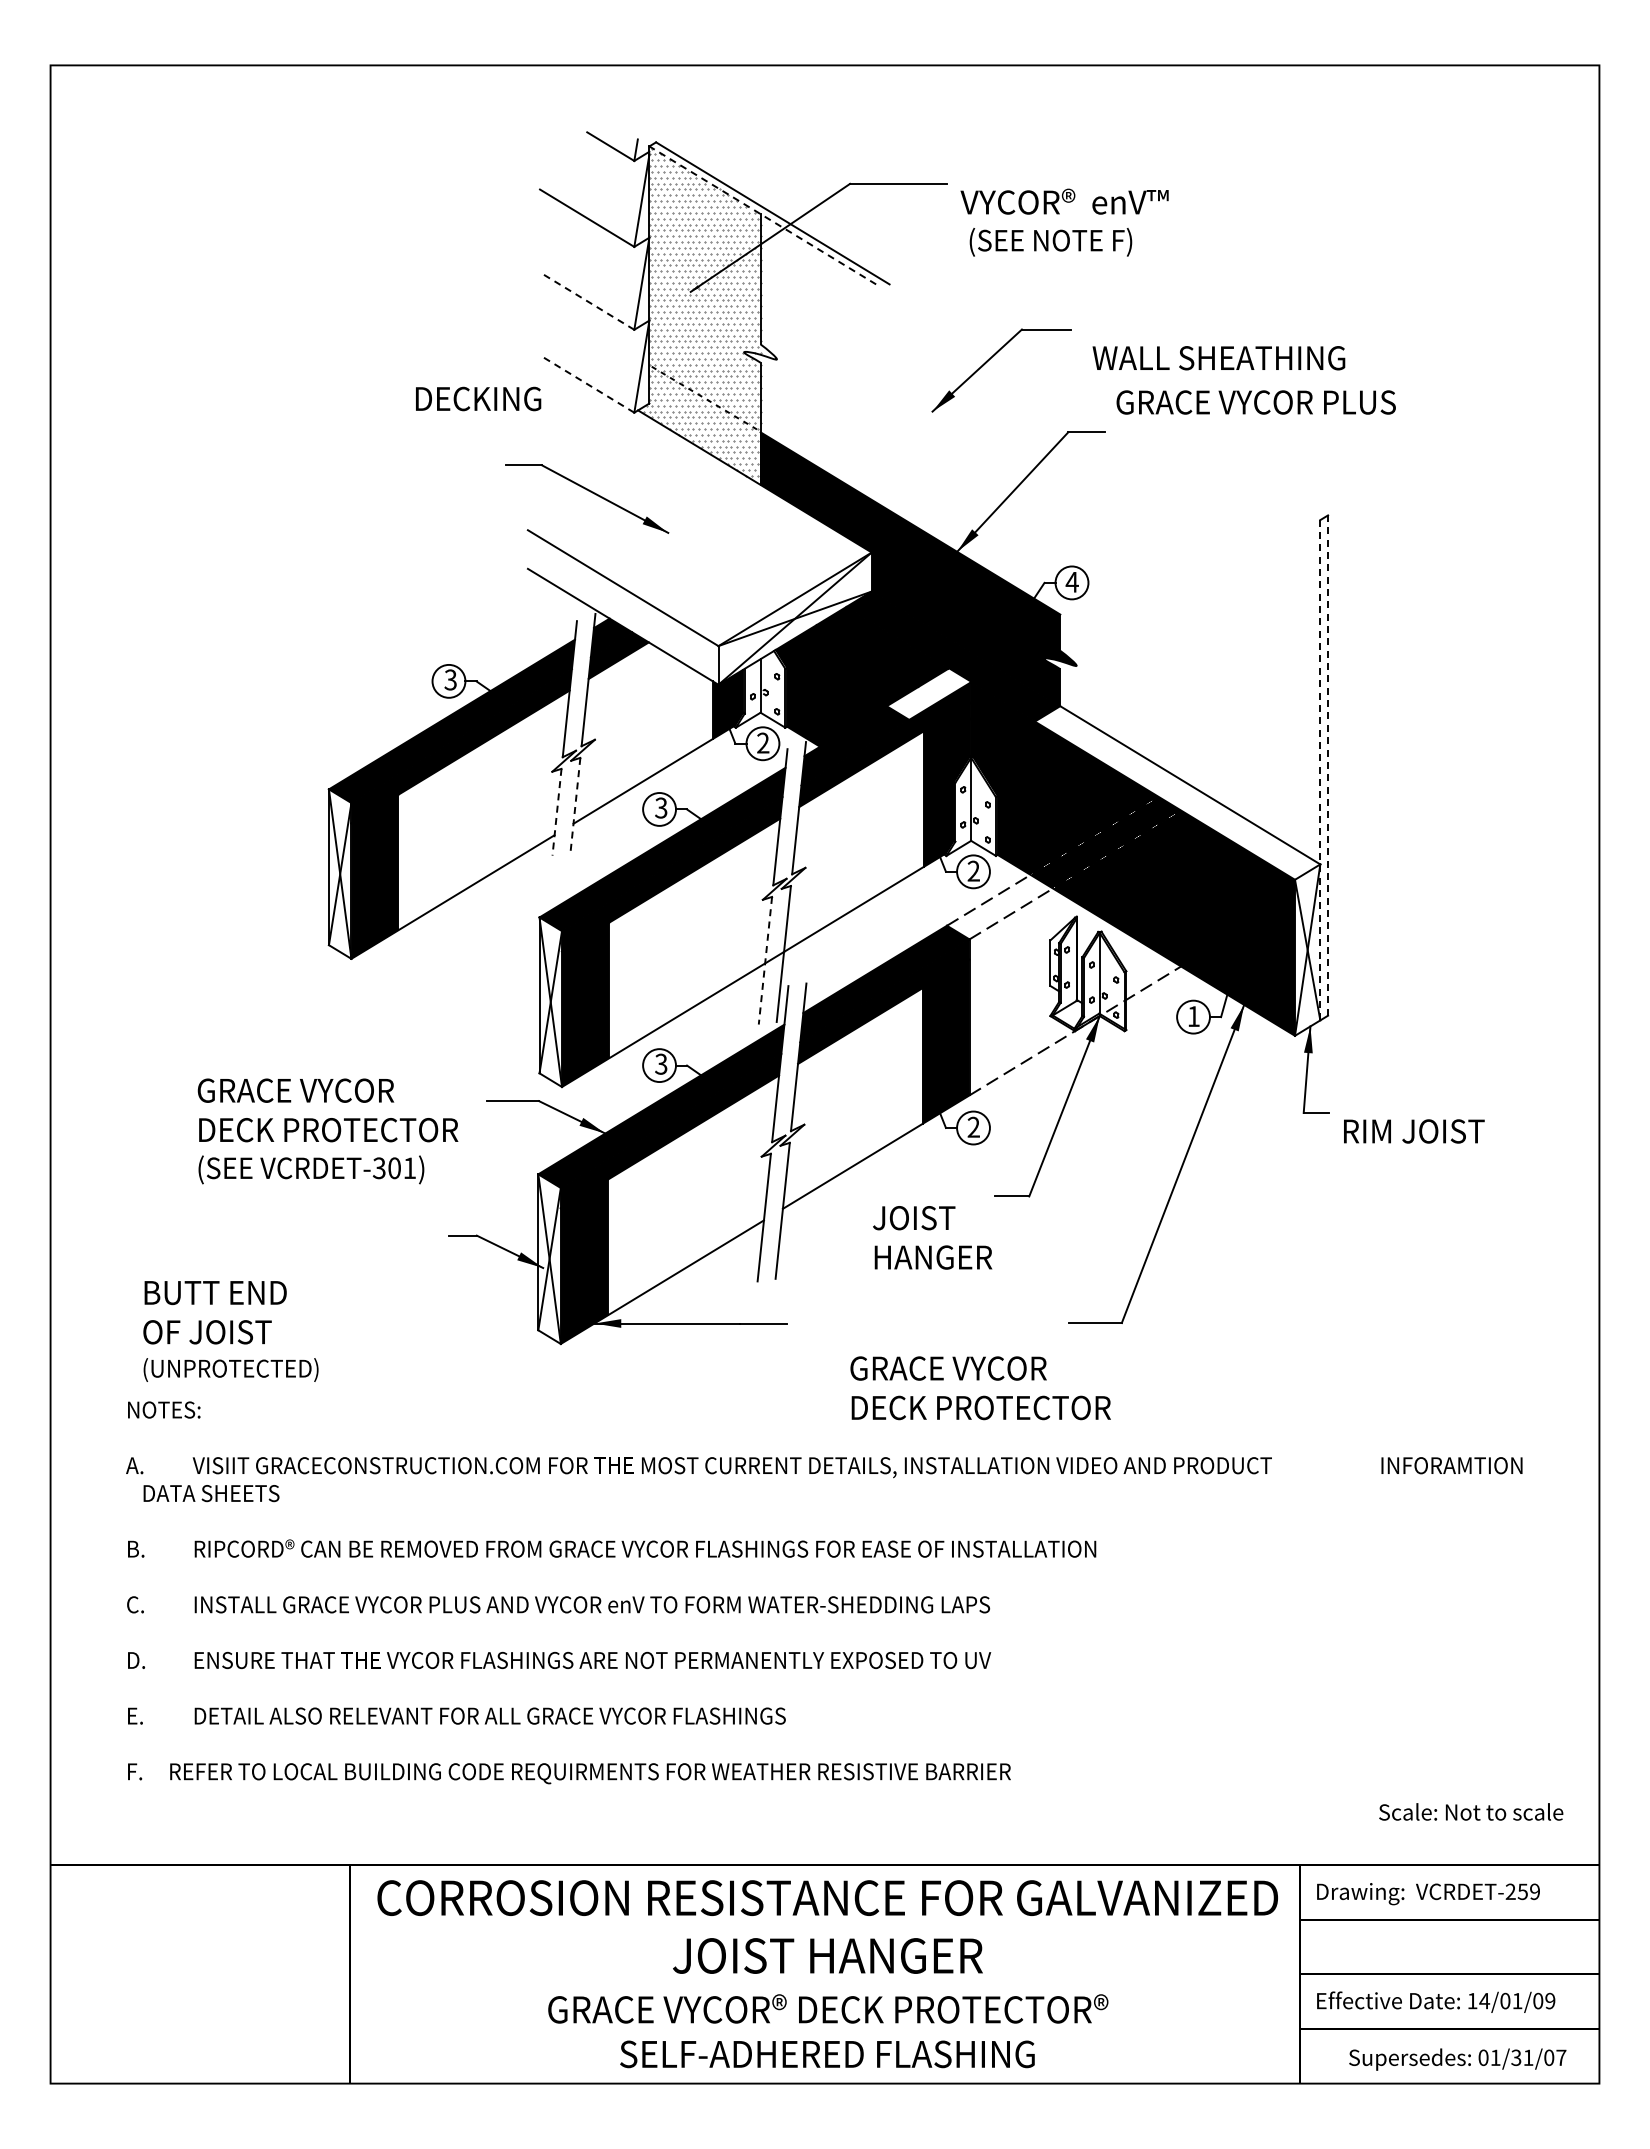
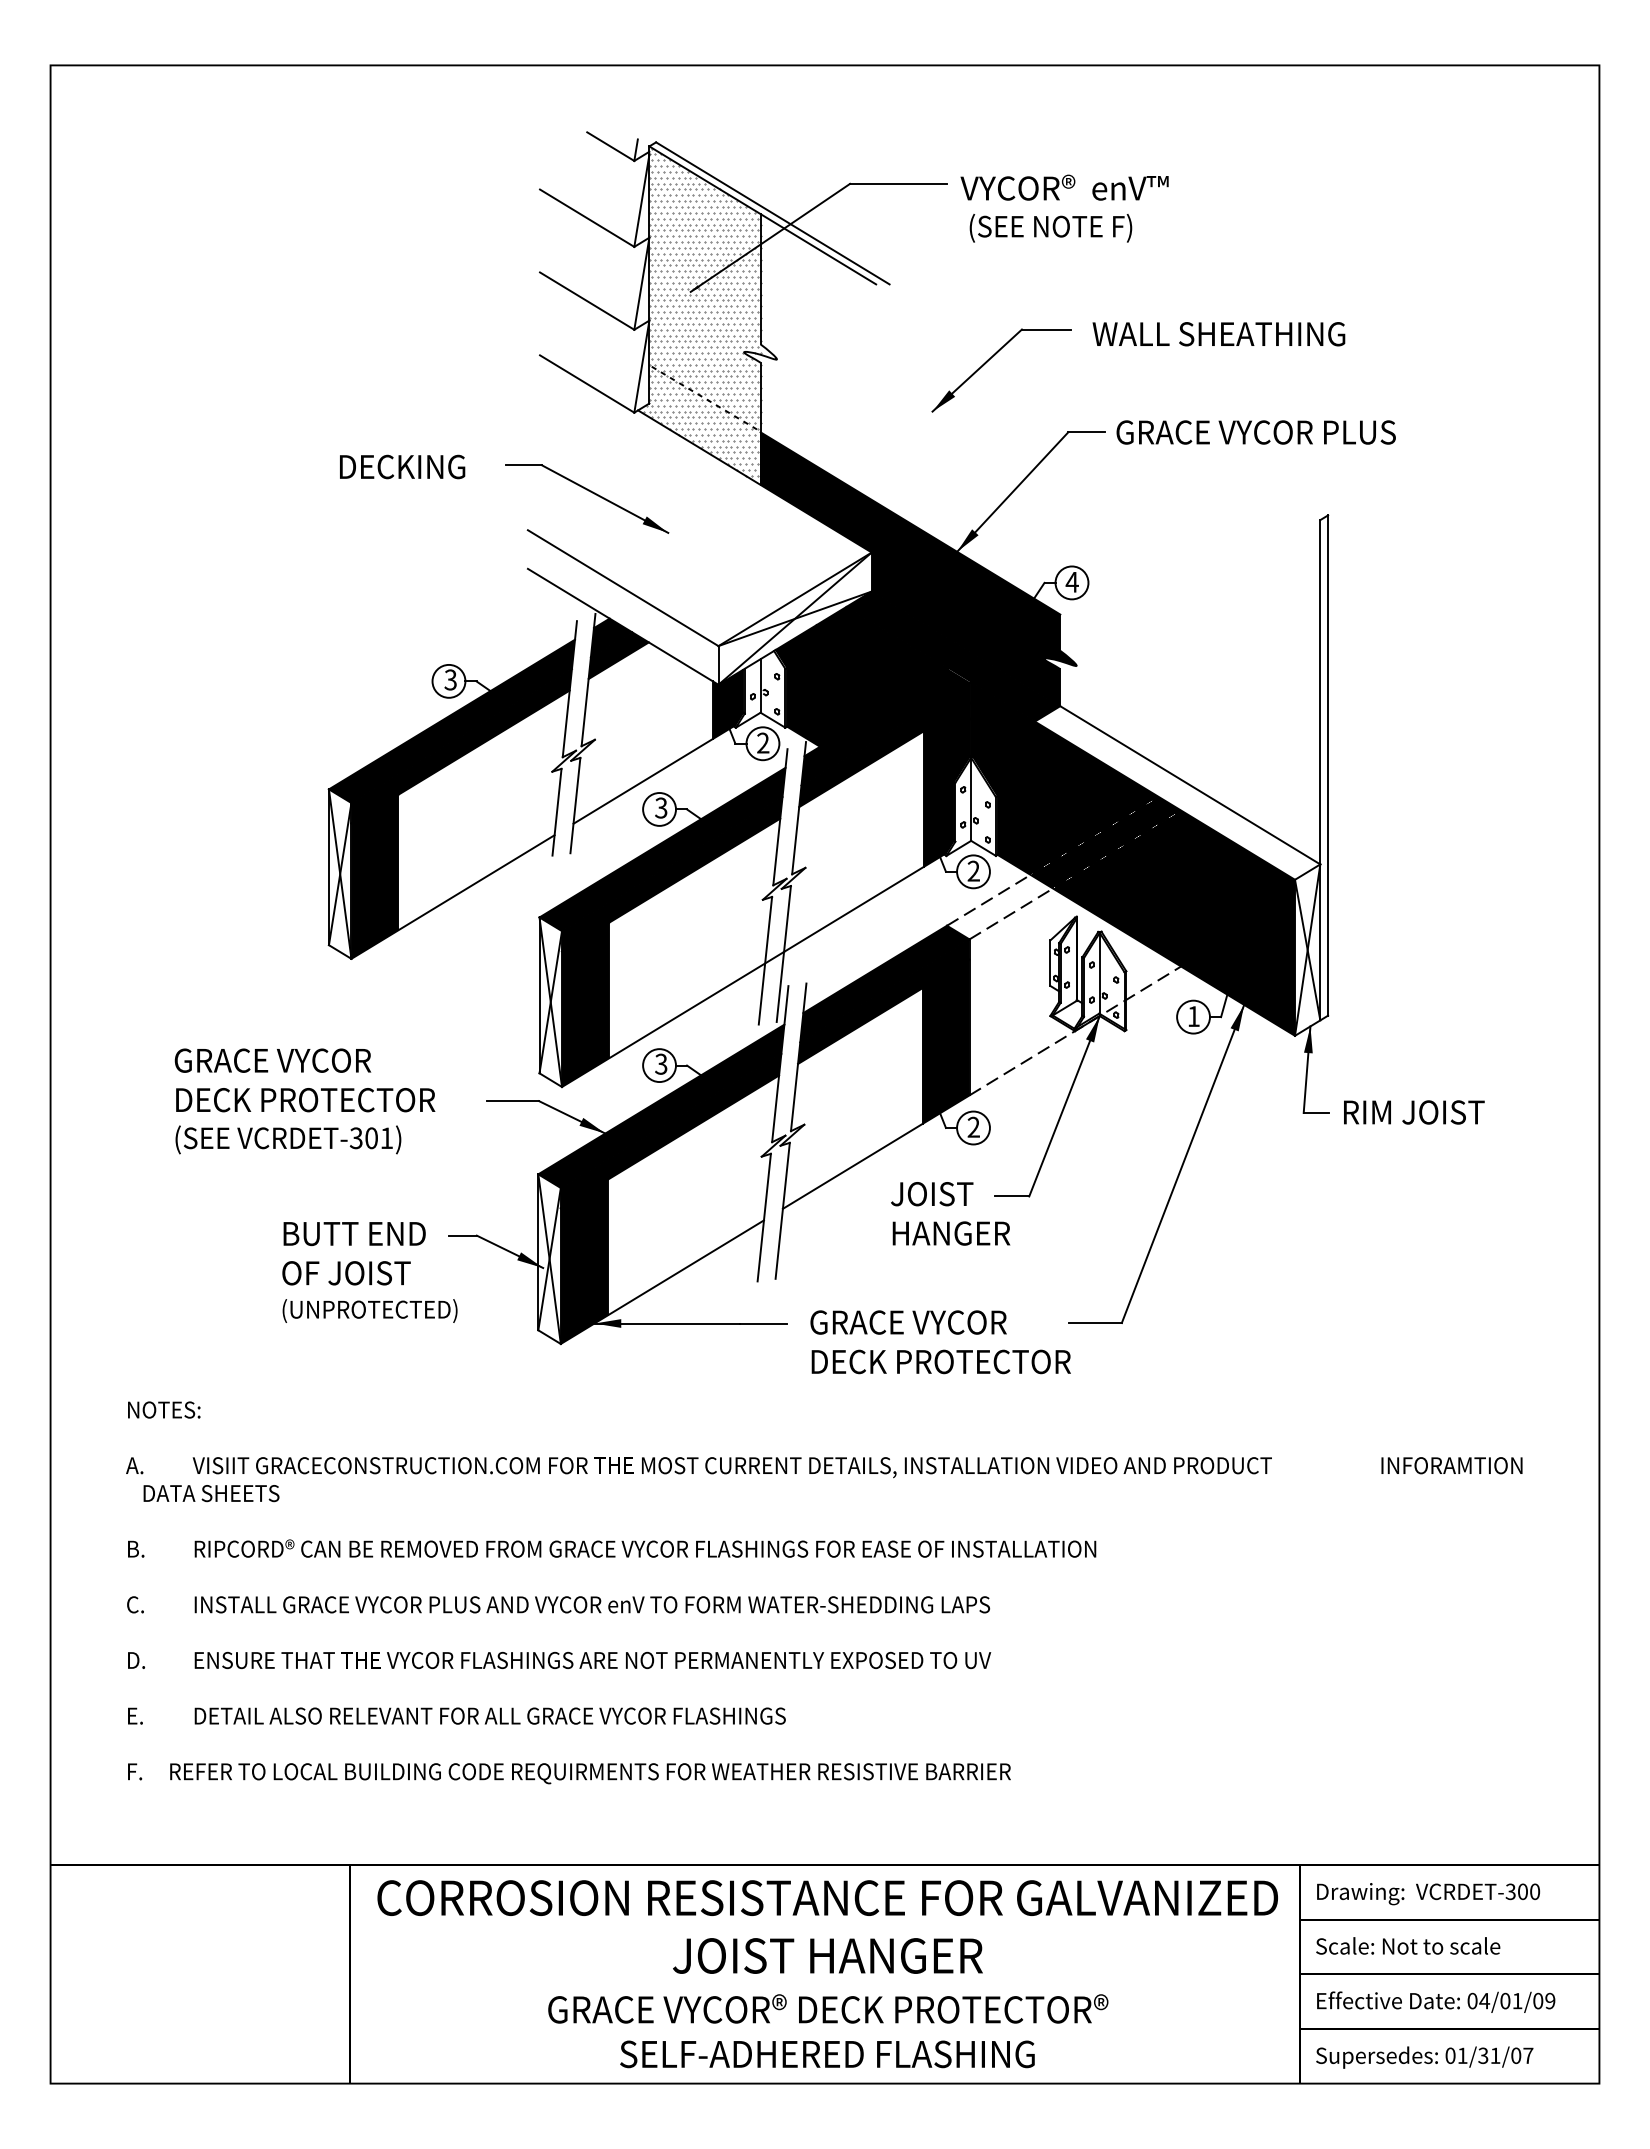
line at (762, 215): dashed -> solid
text at (1064, 222) position: (1064, 222) -> (1064, 208)
line at (586, 300): dashed -> solid
text at (1218, 358) position: (1218, 358) -> (1218, 334)
line at (586, 383): dashed -> solid
text at (478, 398) position: (478, 398) -> (402, 466)
text at (1255, 402) position: (1255, 402) -> (1255, 432)
fill at (928, 693): none -> present
line at (1328, 765): dashed -> solid
line at (1320, 769): dashed -> solid
line at (575, 805): dashed -> solid
line at (557, 812): dashed -> solid
line at (765, 961): dashed -> solid
text at (327, 1131) position: (327, 1131) -> (304, 1101)
text at (1414, 1131) position: (1414, 1131) -> (1414, 1112)
text at (932, 1237) position: (932, 1237) -> (950, 1213)
text at (230, 1331) position: (230, 1331) -> (369, 1272)
text at (980, 1388) position: (980, 1388) -> (940, 1342)
text at (1471, 1811) position: (1471, 1811) -> (1408, 1945)
text at (1522, 1891): VCRDET-259 -> VCRDET-300
text at (1472, 2000): 14/01/09 -> 04/01/09
text at (1457, 2059) position: (1457, 2059) -> (1424, 2057)
